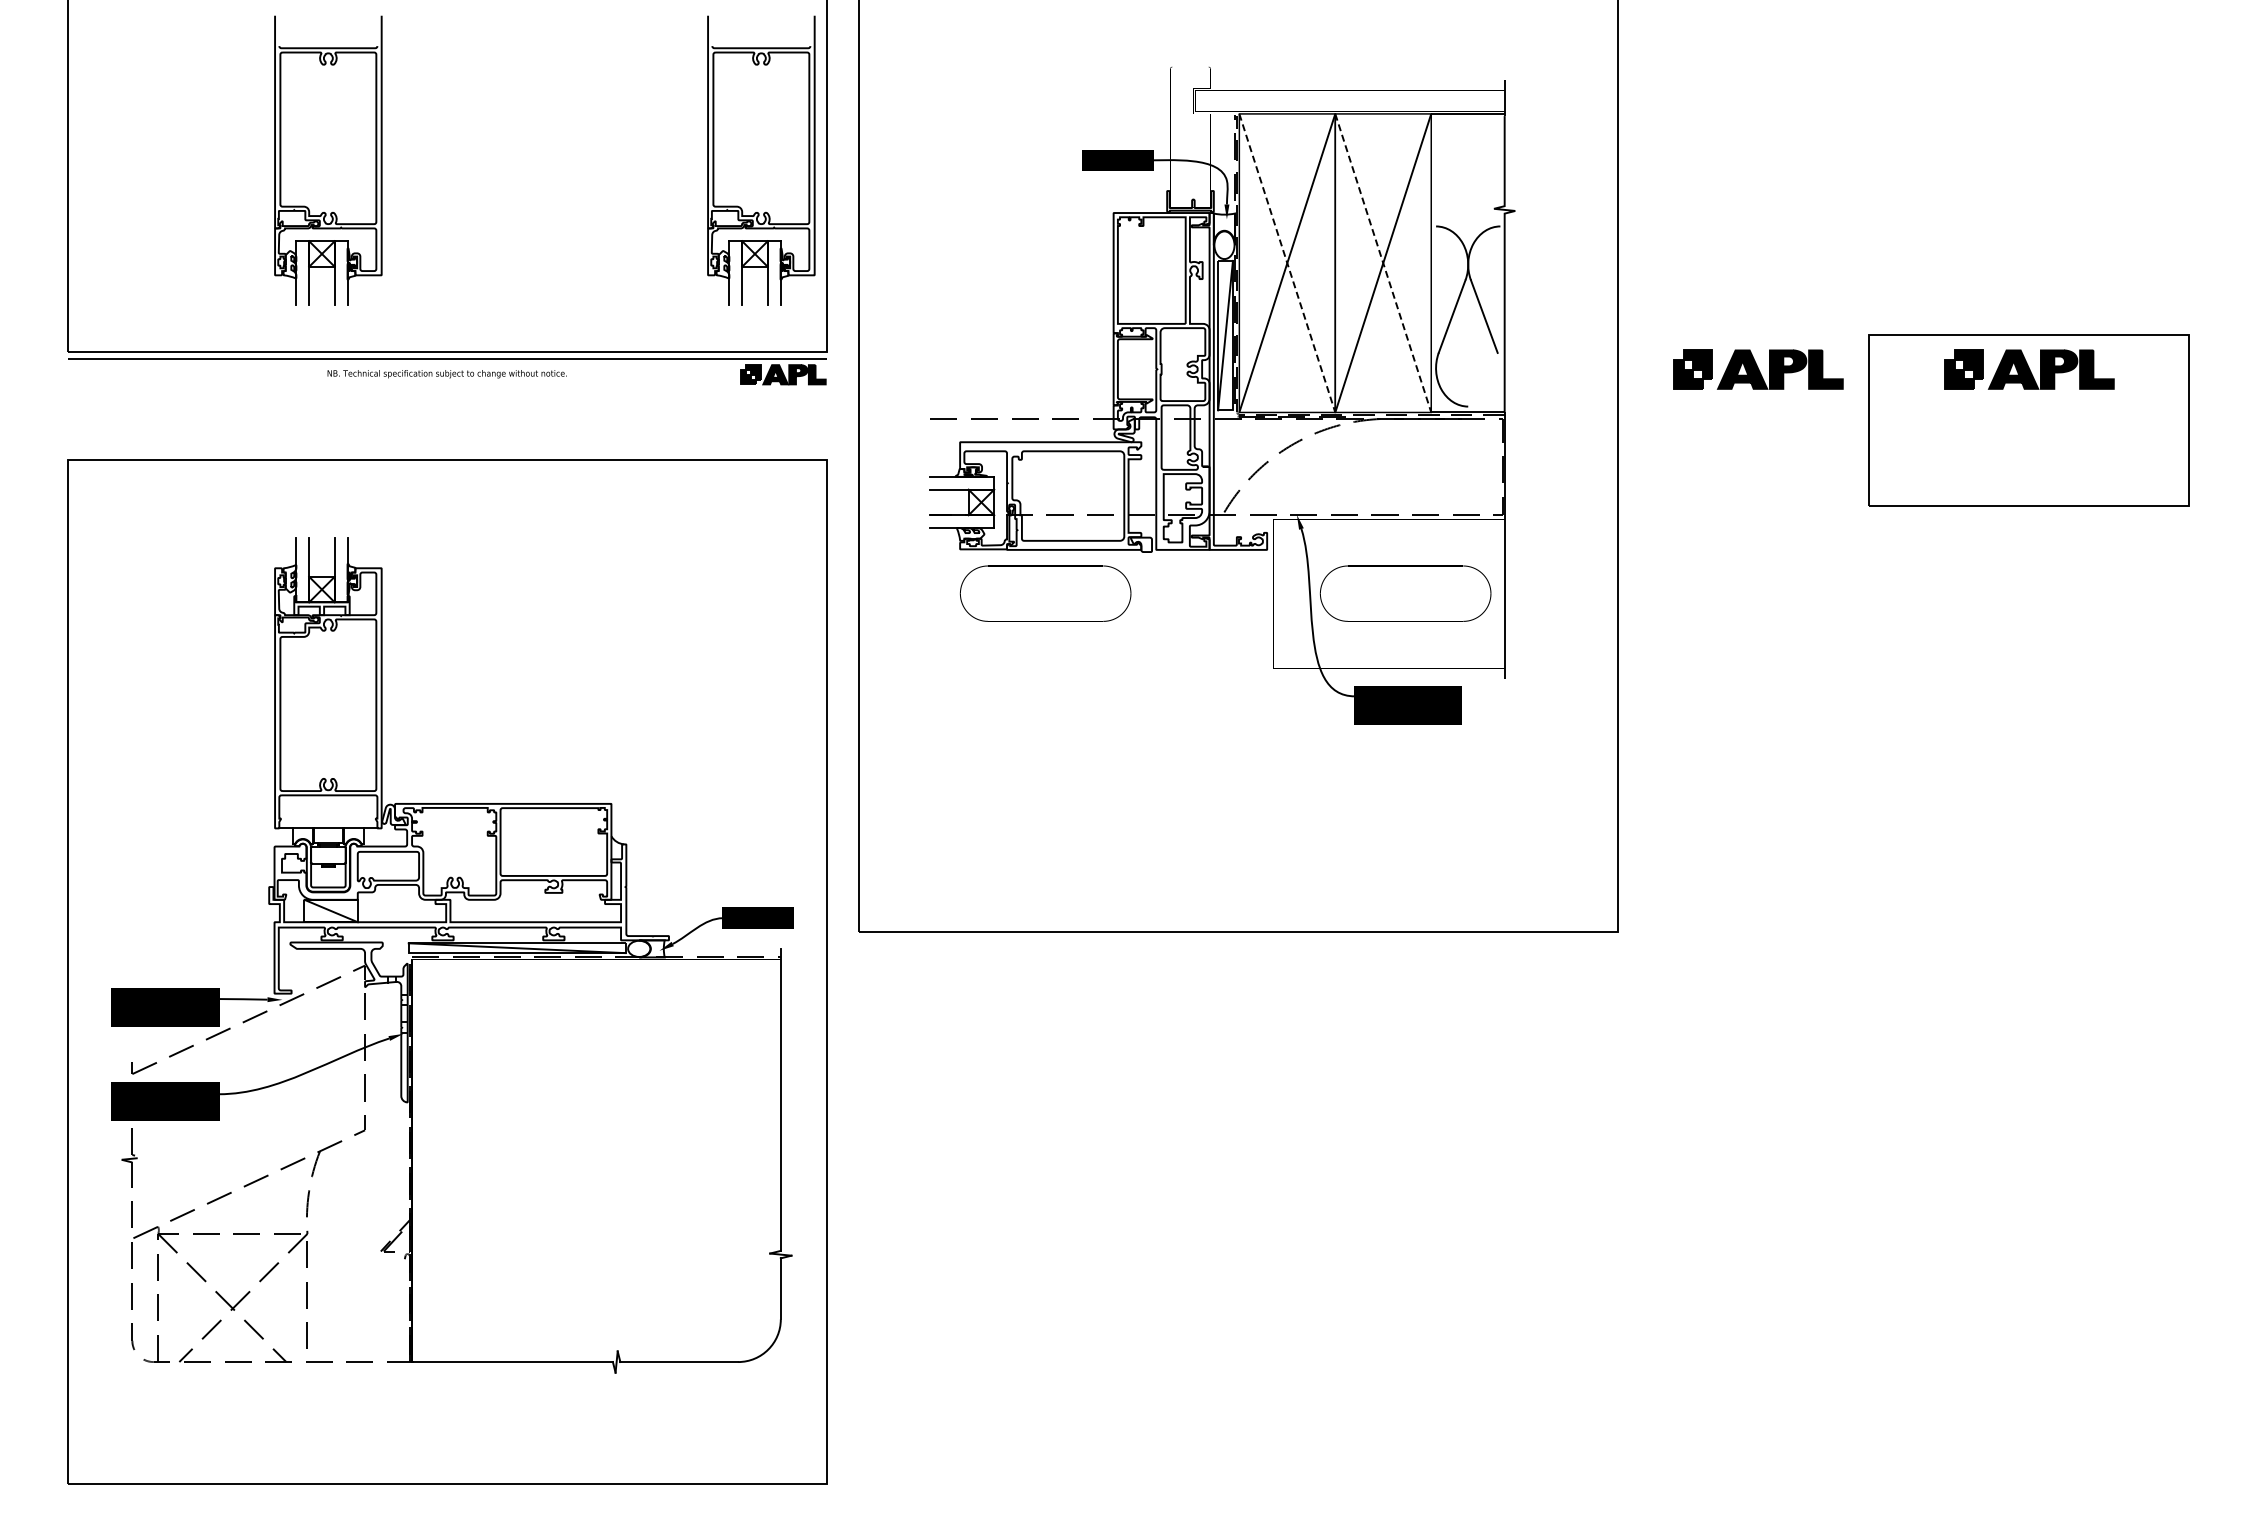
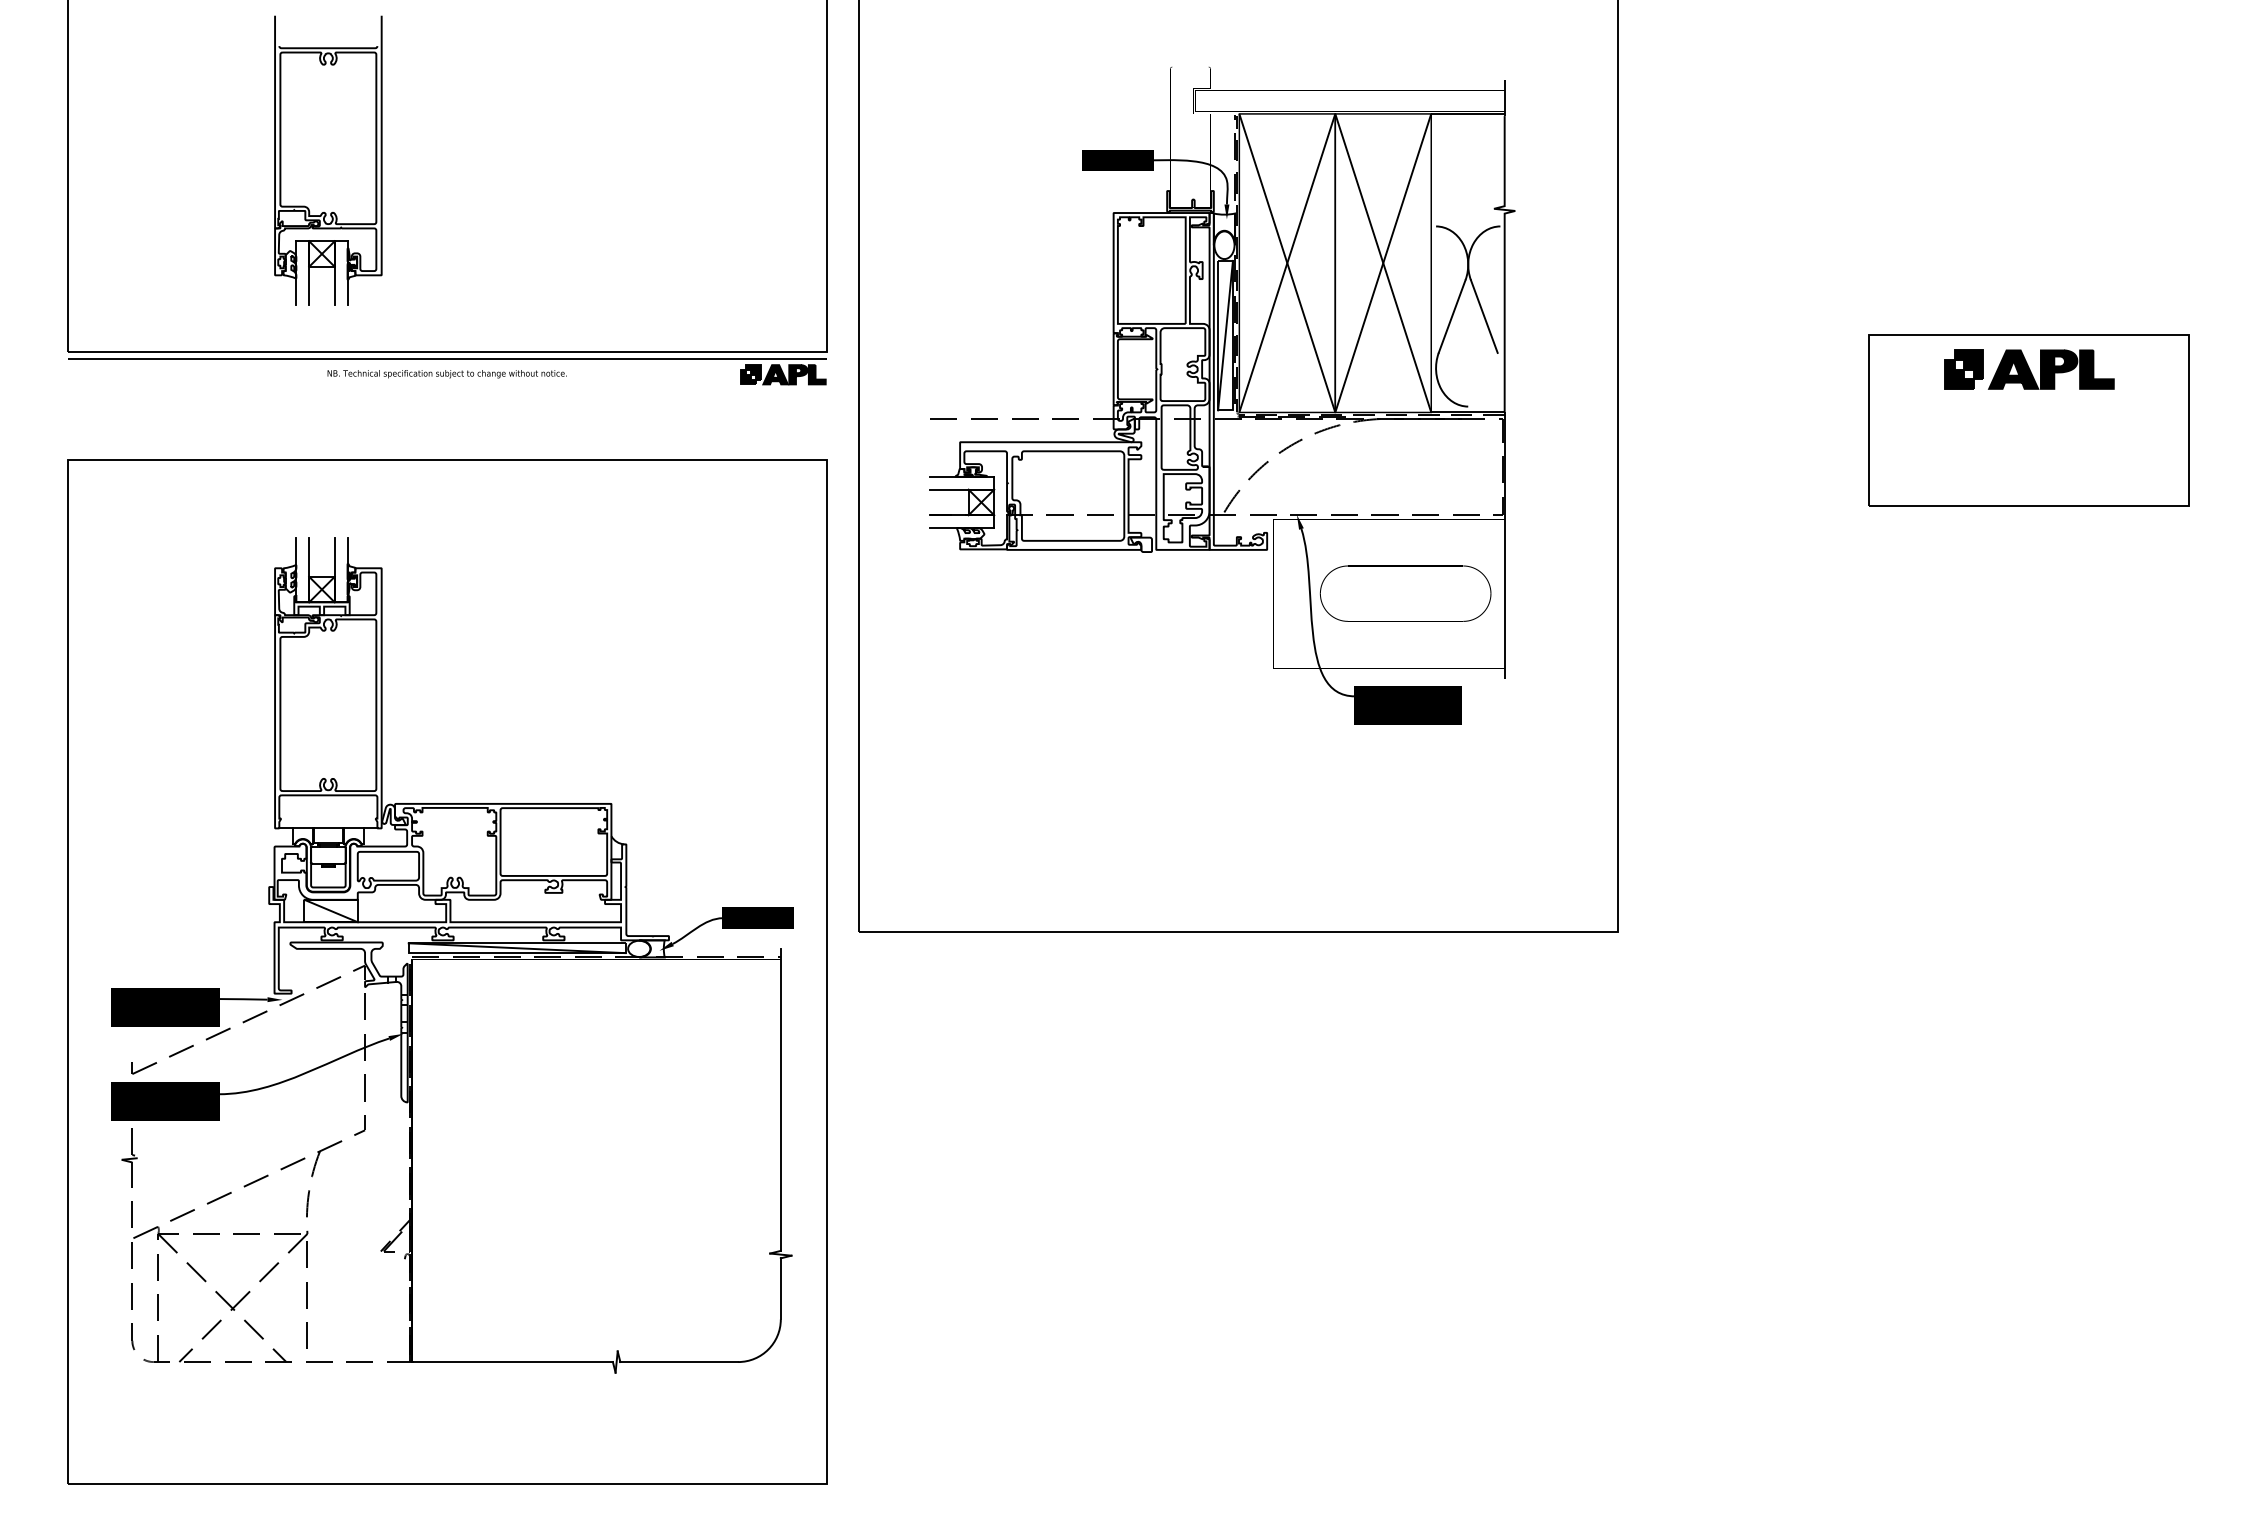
part at (761, 160): present -> none
line at (1287, 263): dashed -> solid
line at (1383, 263): dashed -> solid
part at (1758, 369): present -> none
part at (1045, 593): present -> none
